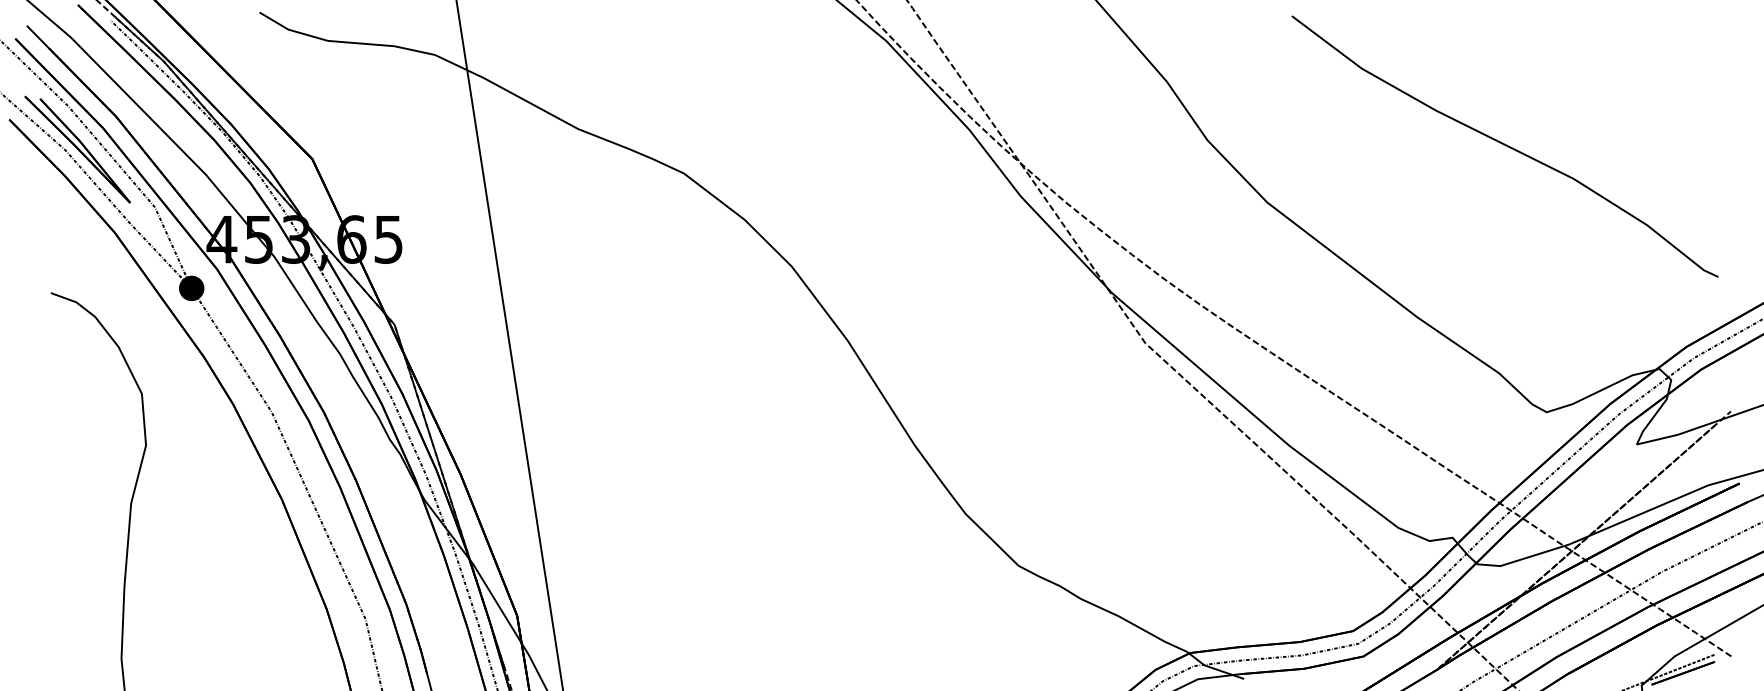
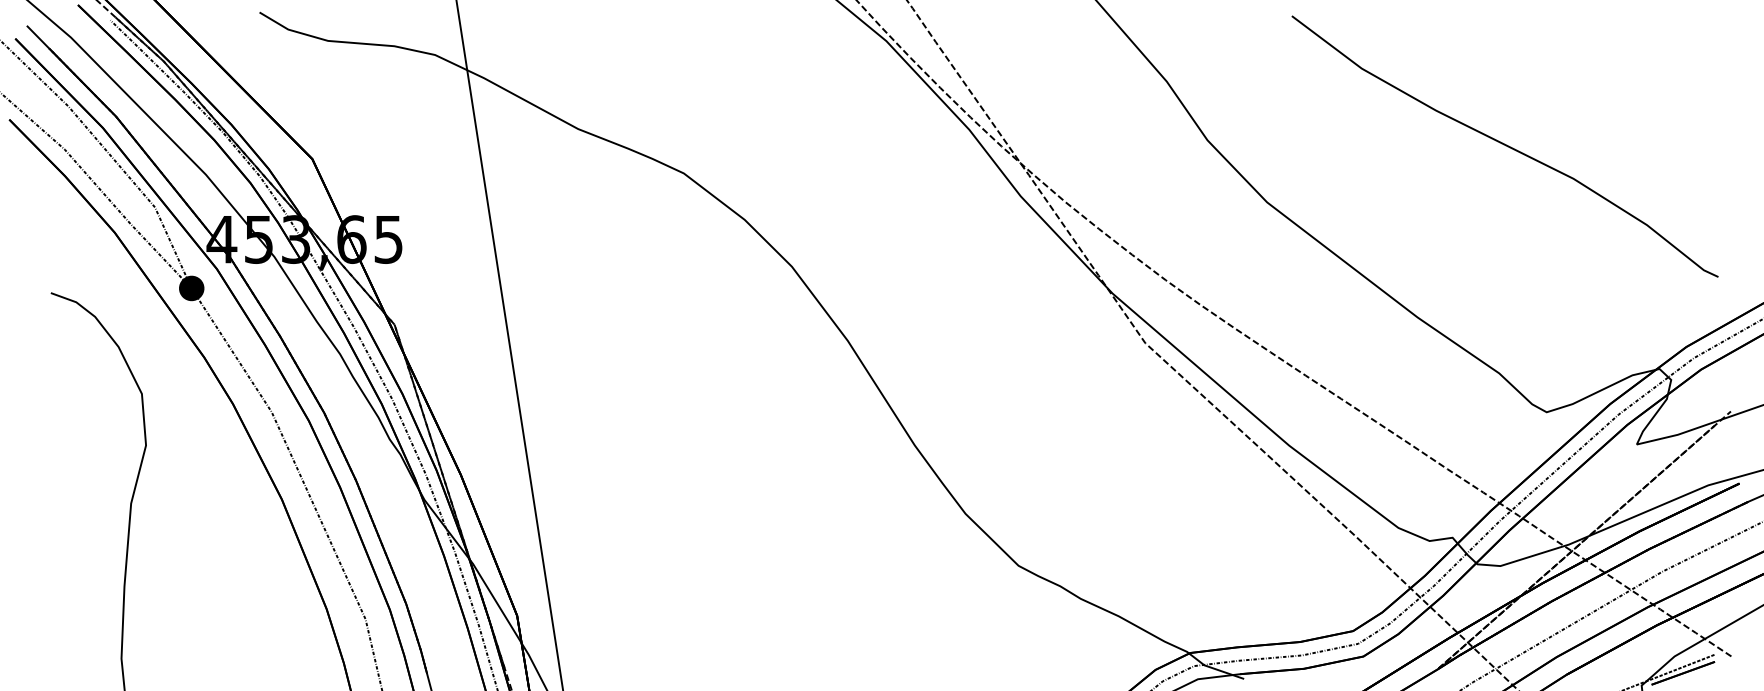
part at (77, 149): present -> none
